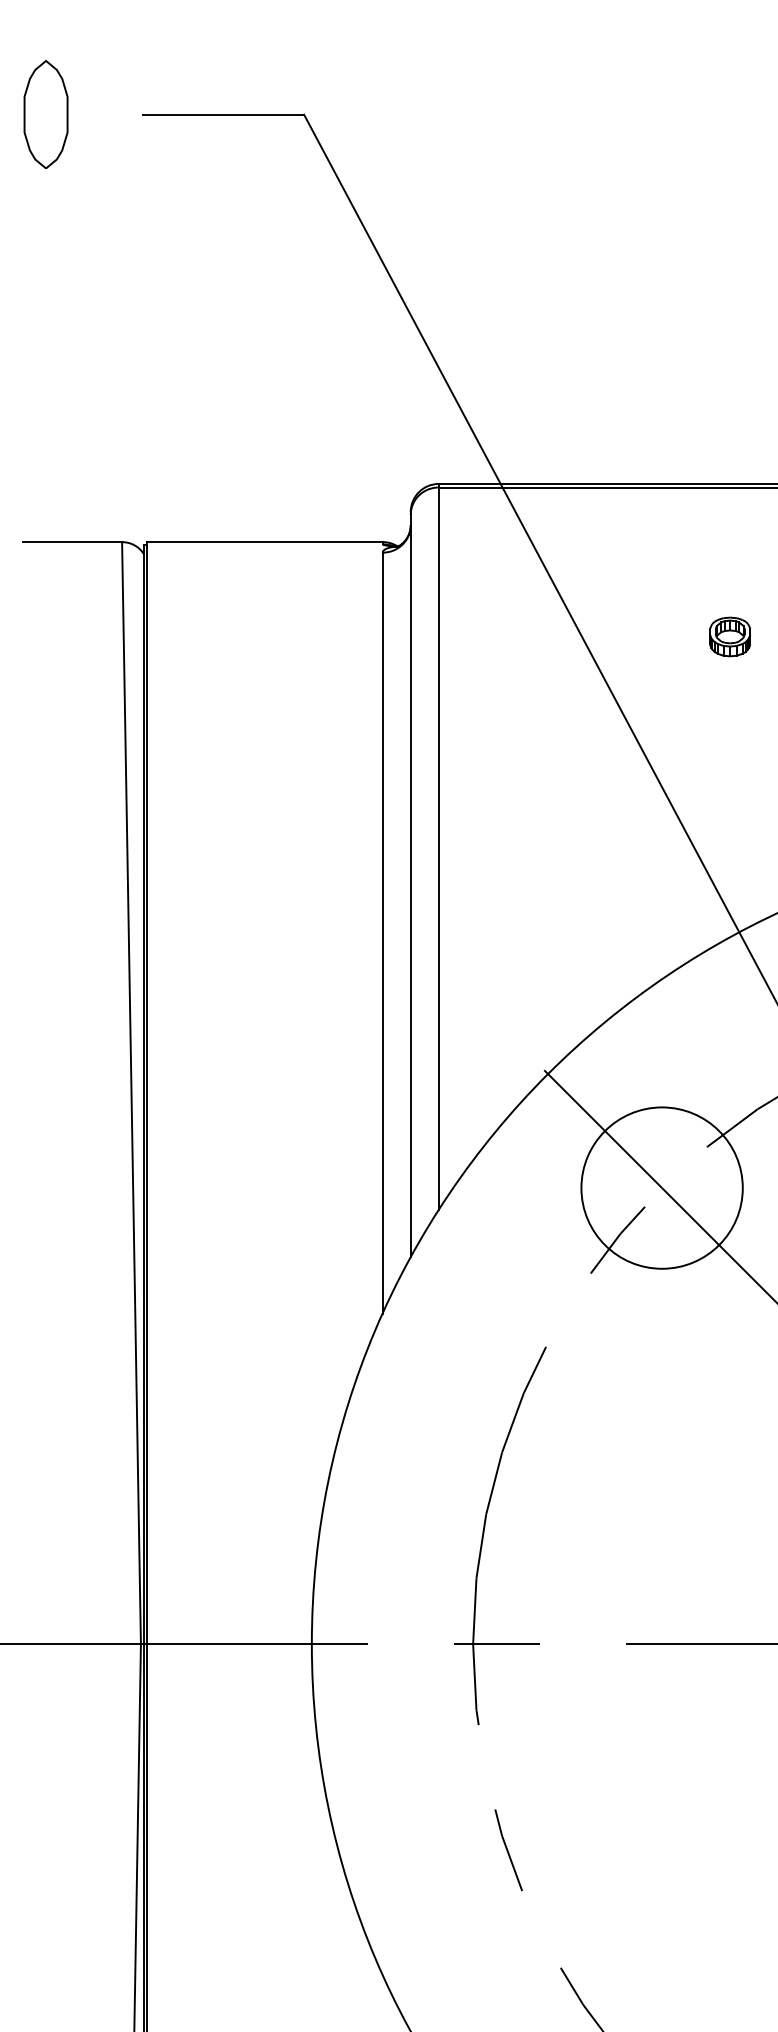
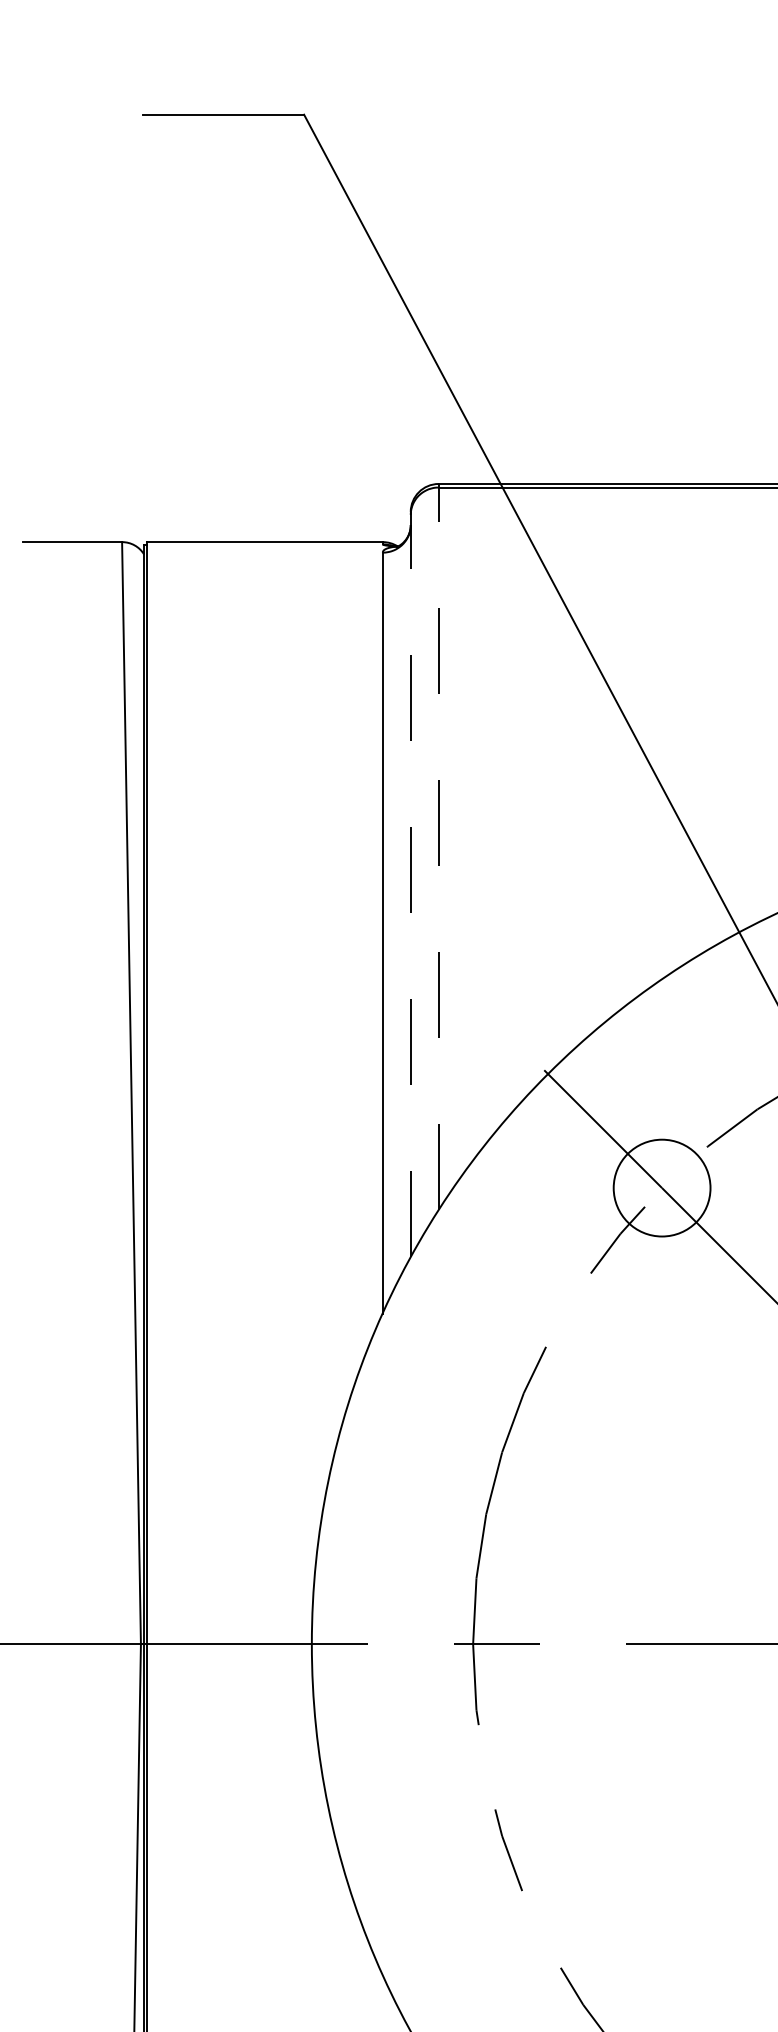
part at (45, 114): present -> none
part at (729, 636): present -> none
line at (438, 846): solid -> dashed
line at (410, 884): solid -> dashed
circle at (661, 1187) diameter: 161 px -> 97 px
